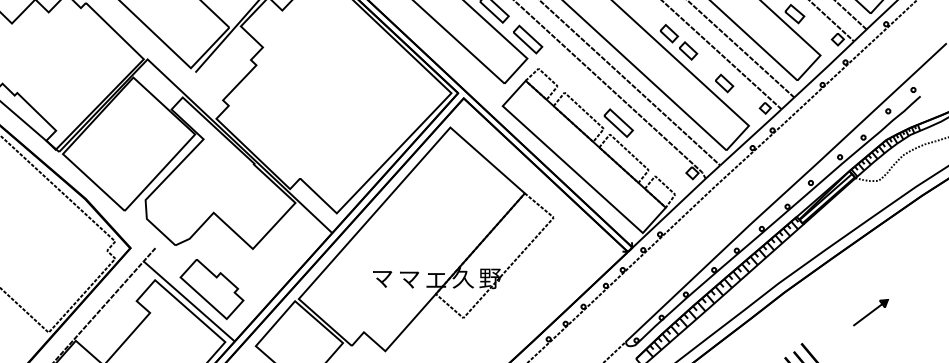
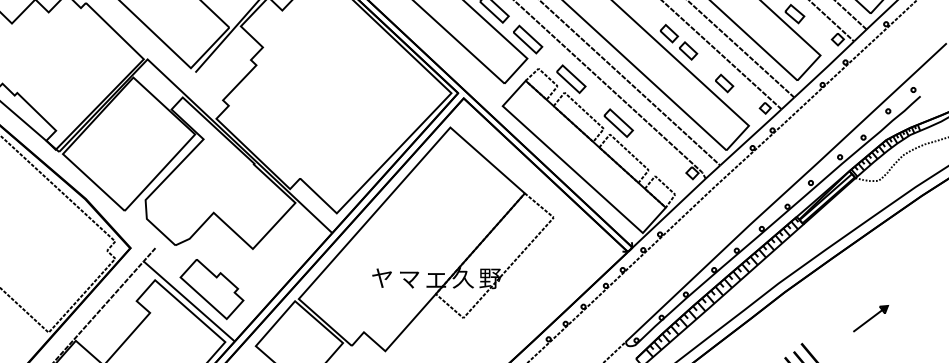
part at (571, 78): none -> present
text at (382, 277): マ -> ヤ
part at (871, 312) position: (871, 312) -> (871, 318)
